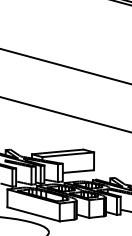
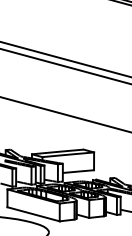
line at (65, 59): none -> present
